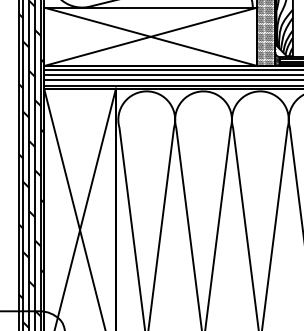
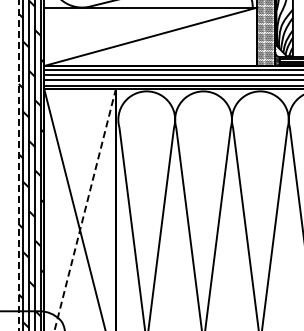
line at (150, 36): present -> none
line at (18, 165): solid -> dashed
line at (85, 209): solid -> dashed
